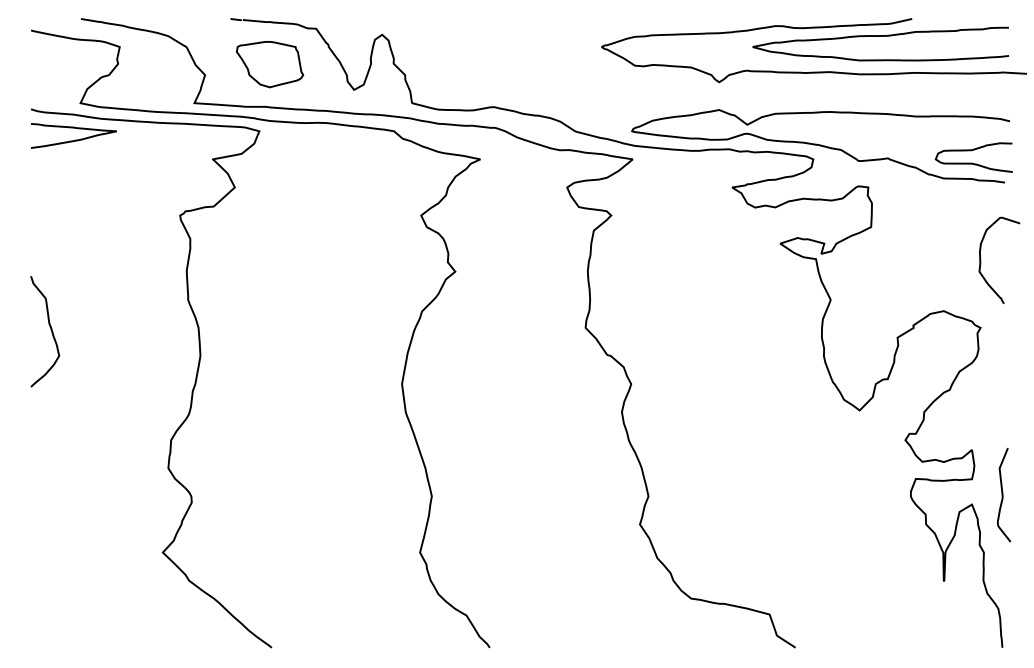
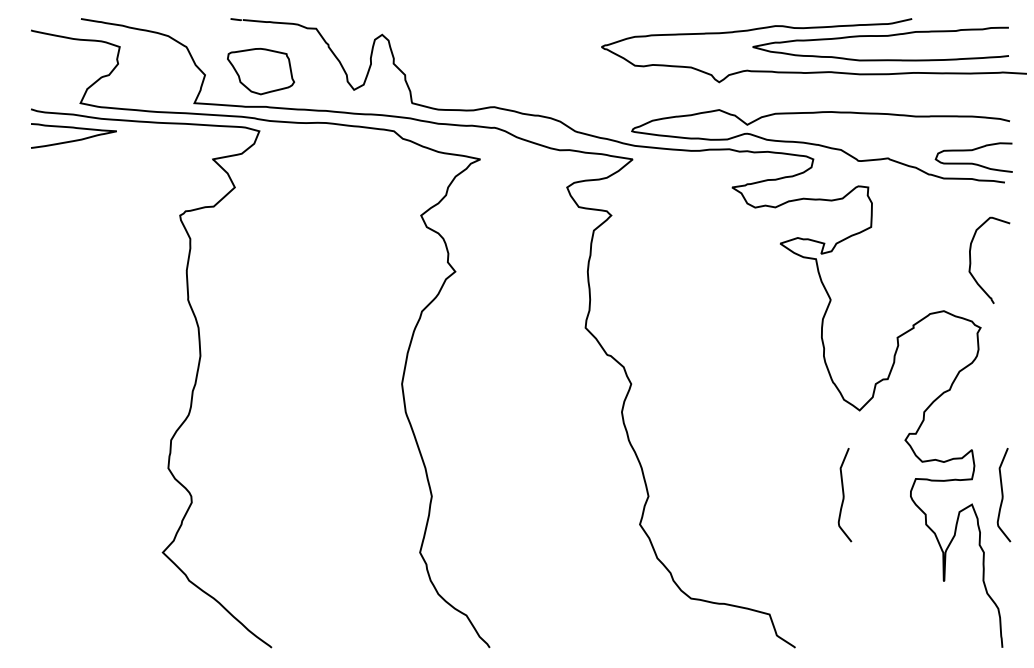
part at (270, 64) position: (270, 64) -> (261, 71)
curve at (981, 259) position: (981, 259) -> (971, 259)
curve at (50, 329): present -> none
curve at (844, 495): none -> present
